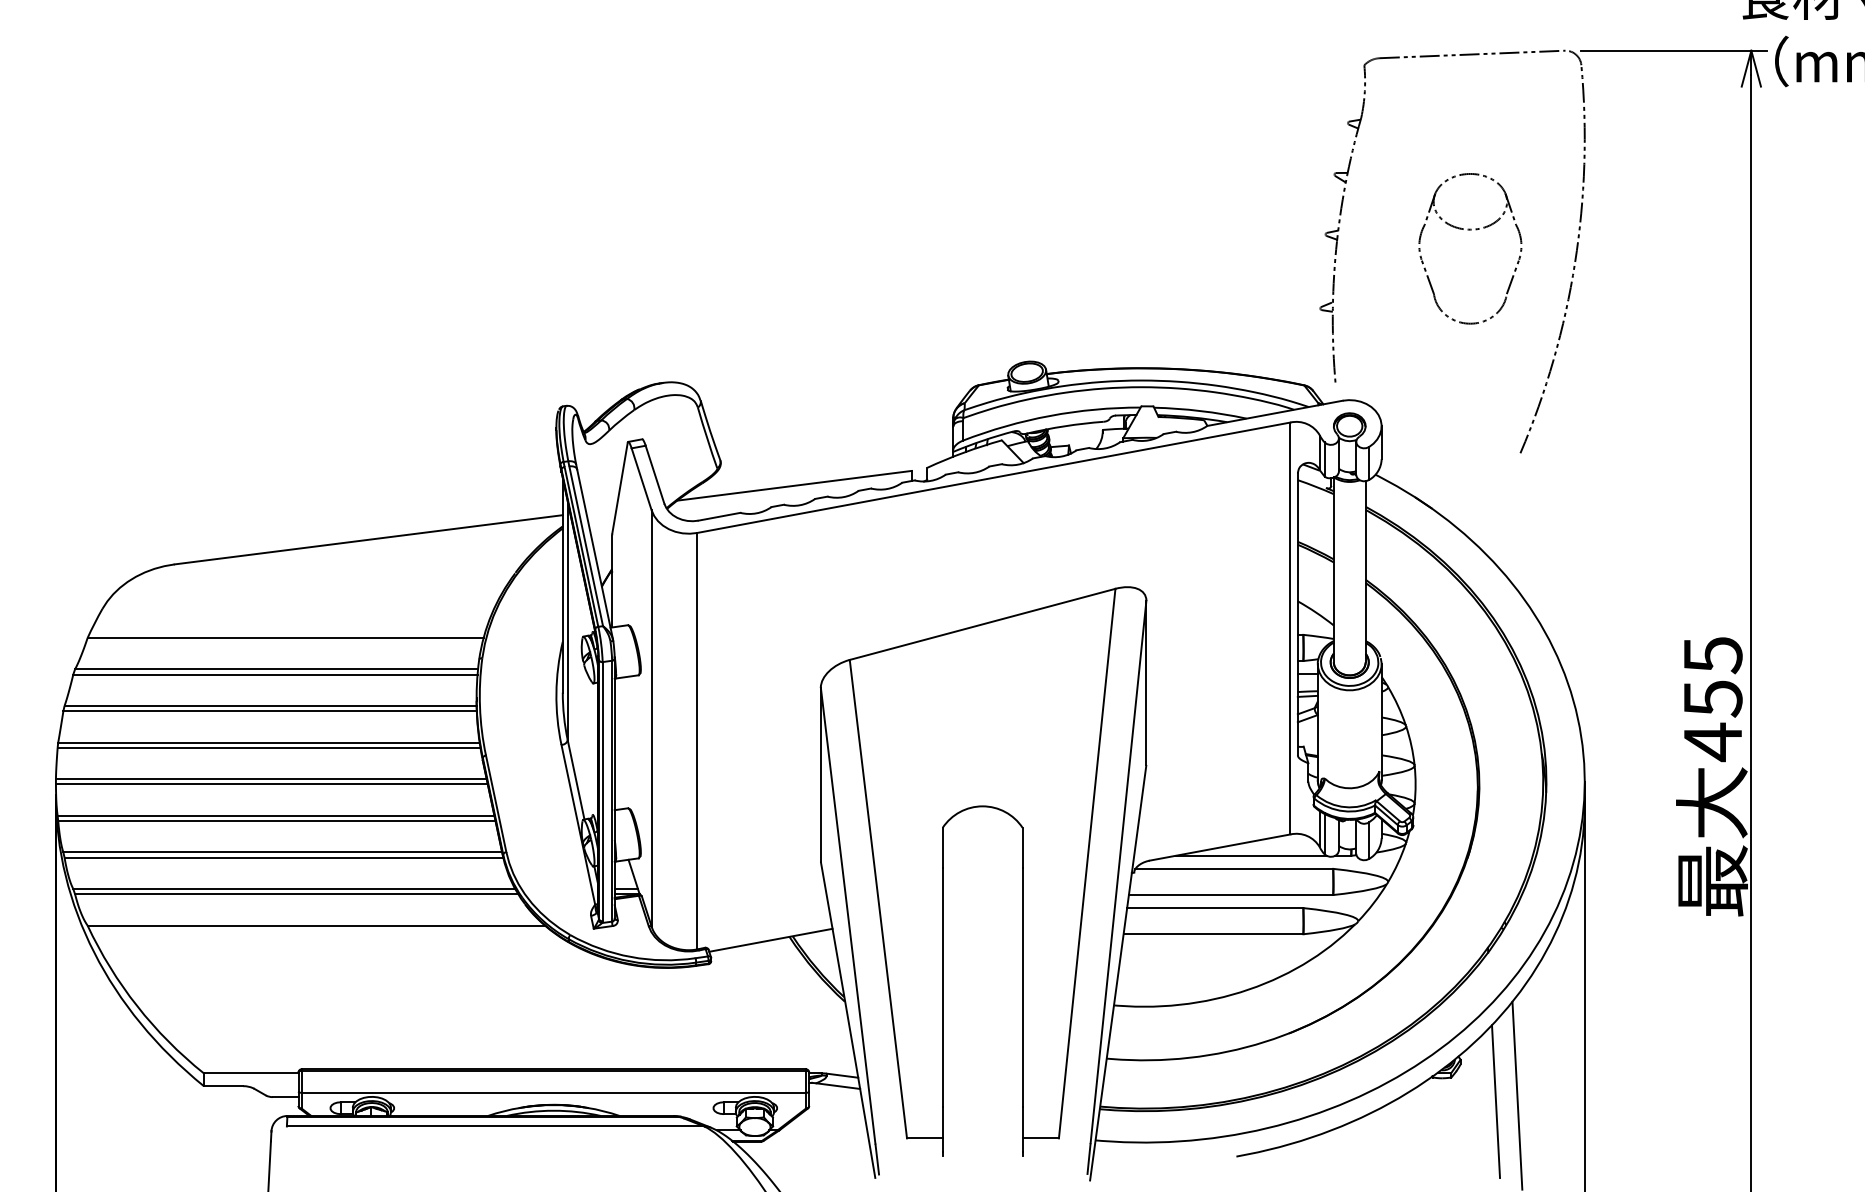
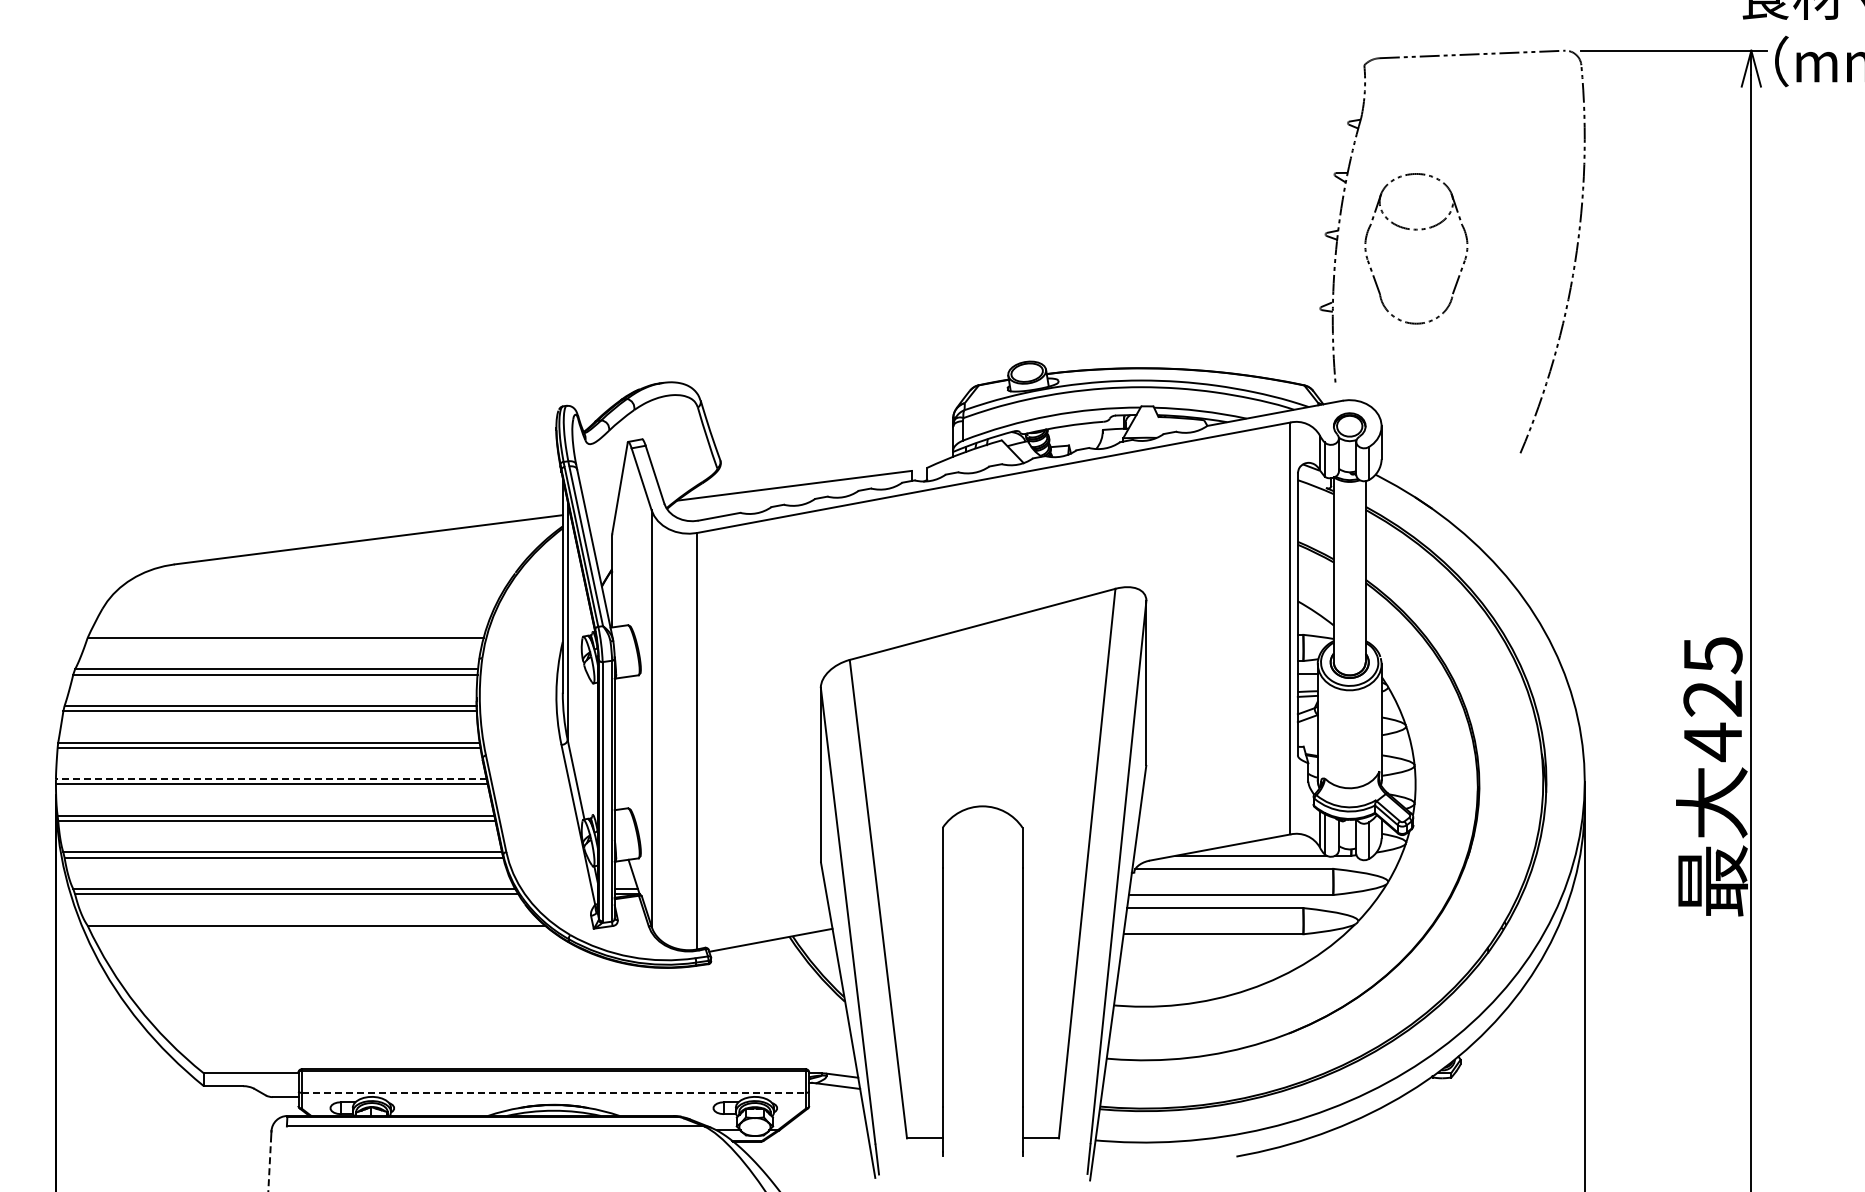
part at (1470, 230) position: (1470, 230) -> (1416, 230)
text at (1712, 698): 455 -> 425
line at (270, 779): solid -> dashed
line at (554, 1092): solid -> dashed
line at (1517, 1094): present -> none
line at (1496, 1101): present -> none
line at (269, 1166): solid -> dashed
